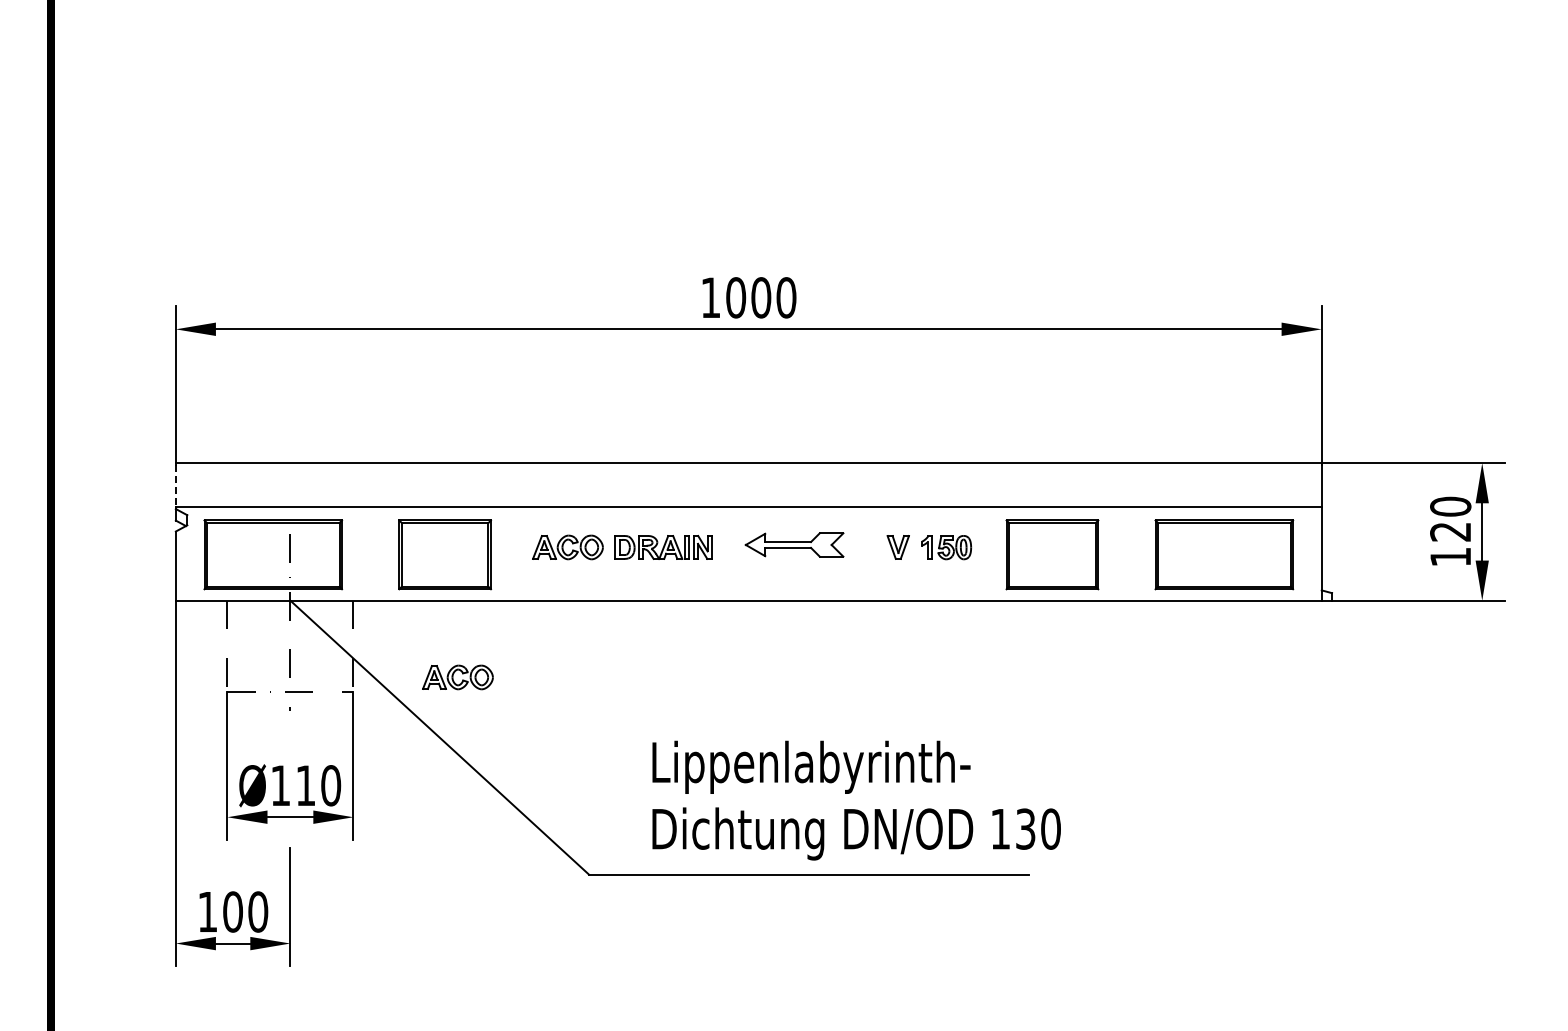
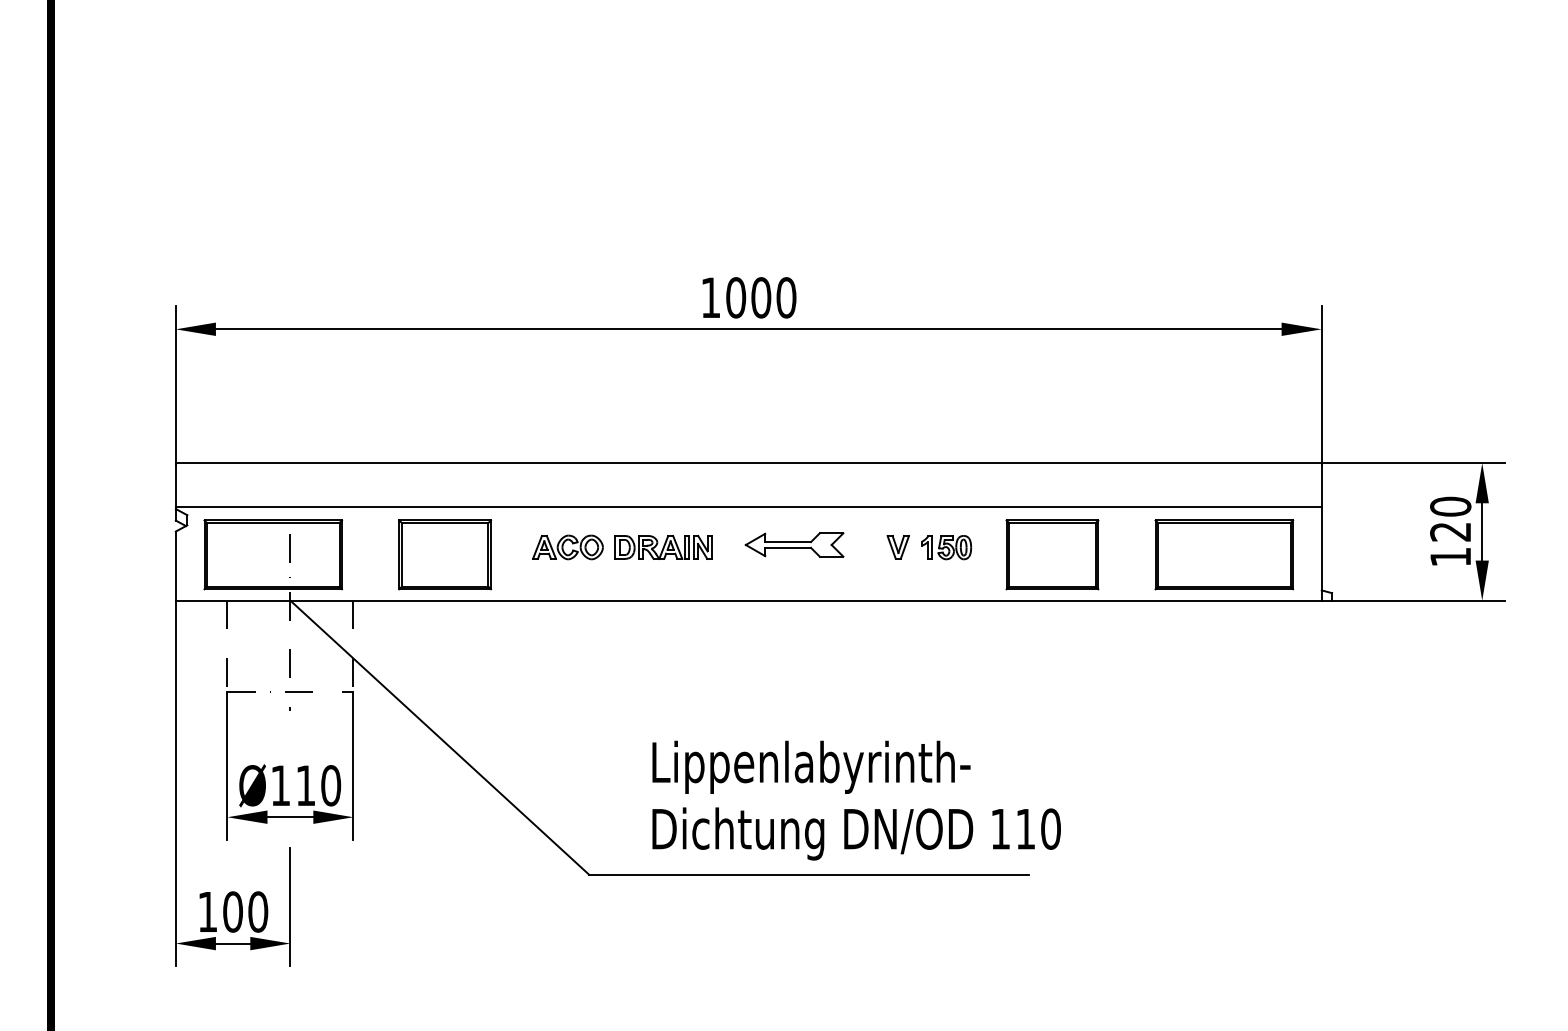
line at (175, 486): dashed -> solid
part at (457, 677): present -> none
text at (1025, 828): 130 -> 110
